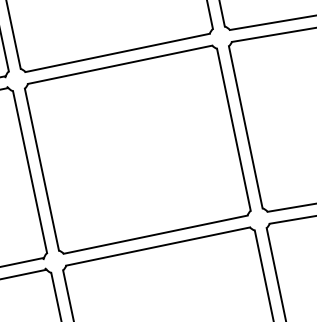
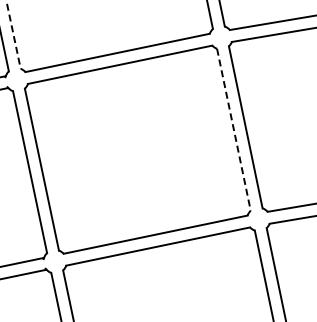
line at (13, 34): solid -> dashed
line at (233, 129): solid -> dashed
